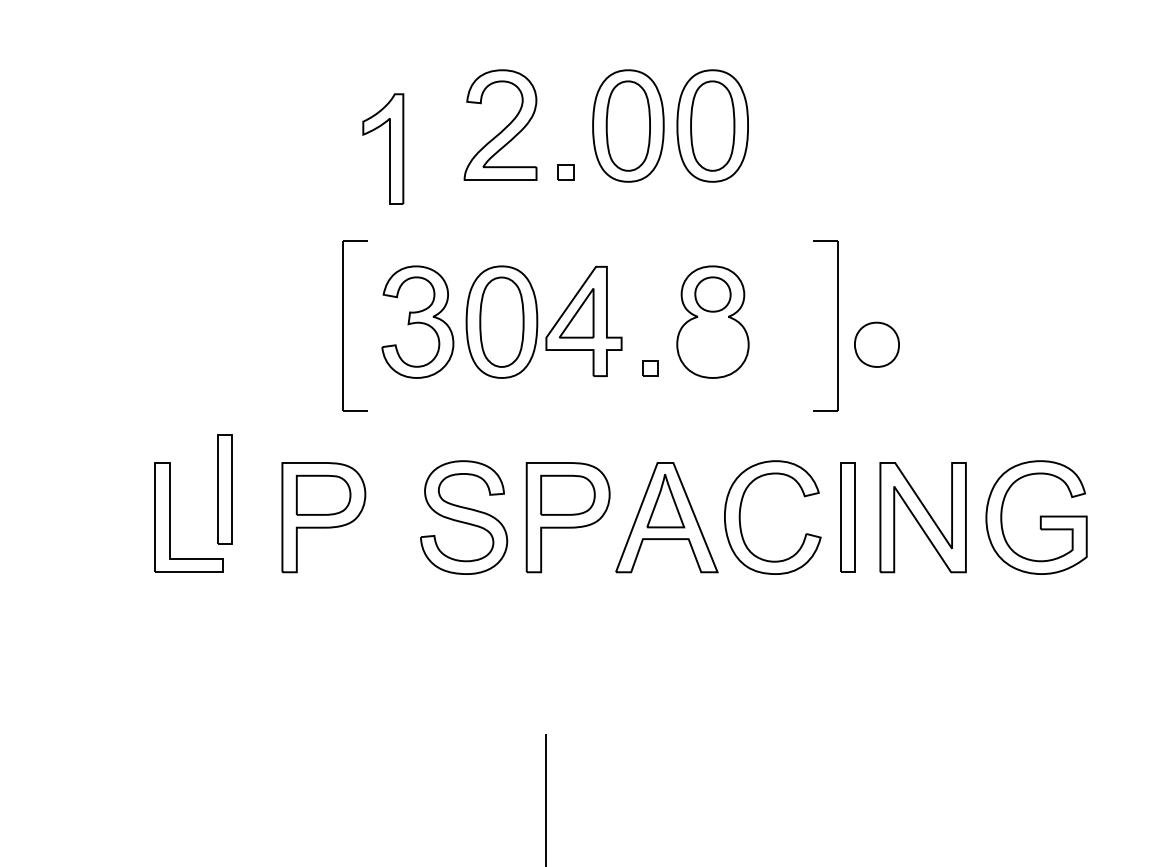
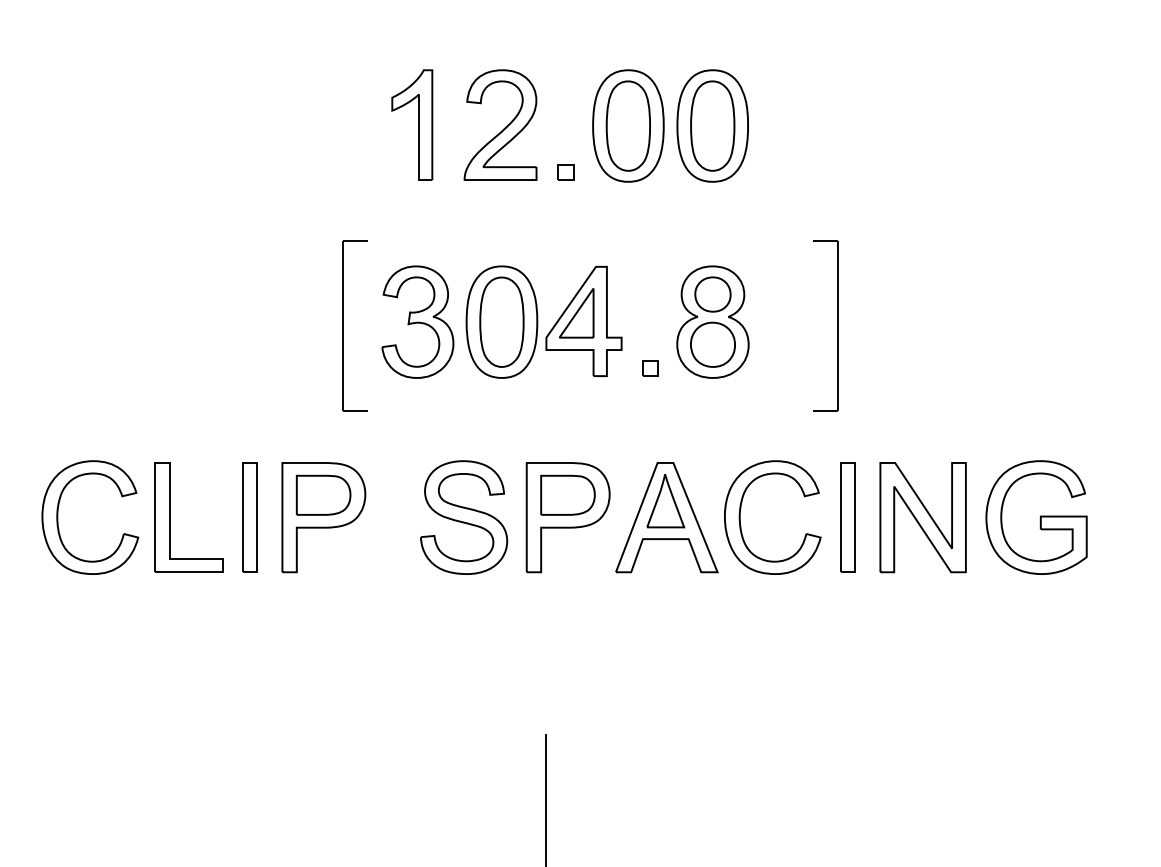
part at (383, 148) position: (383, 148) -> (412, 124)
part at (876, 344) position: (876, 344) -> (712, 344)
part at (224, 489) position: (224, 489) -> (249, 517)
part at (58, 517): none -> present
